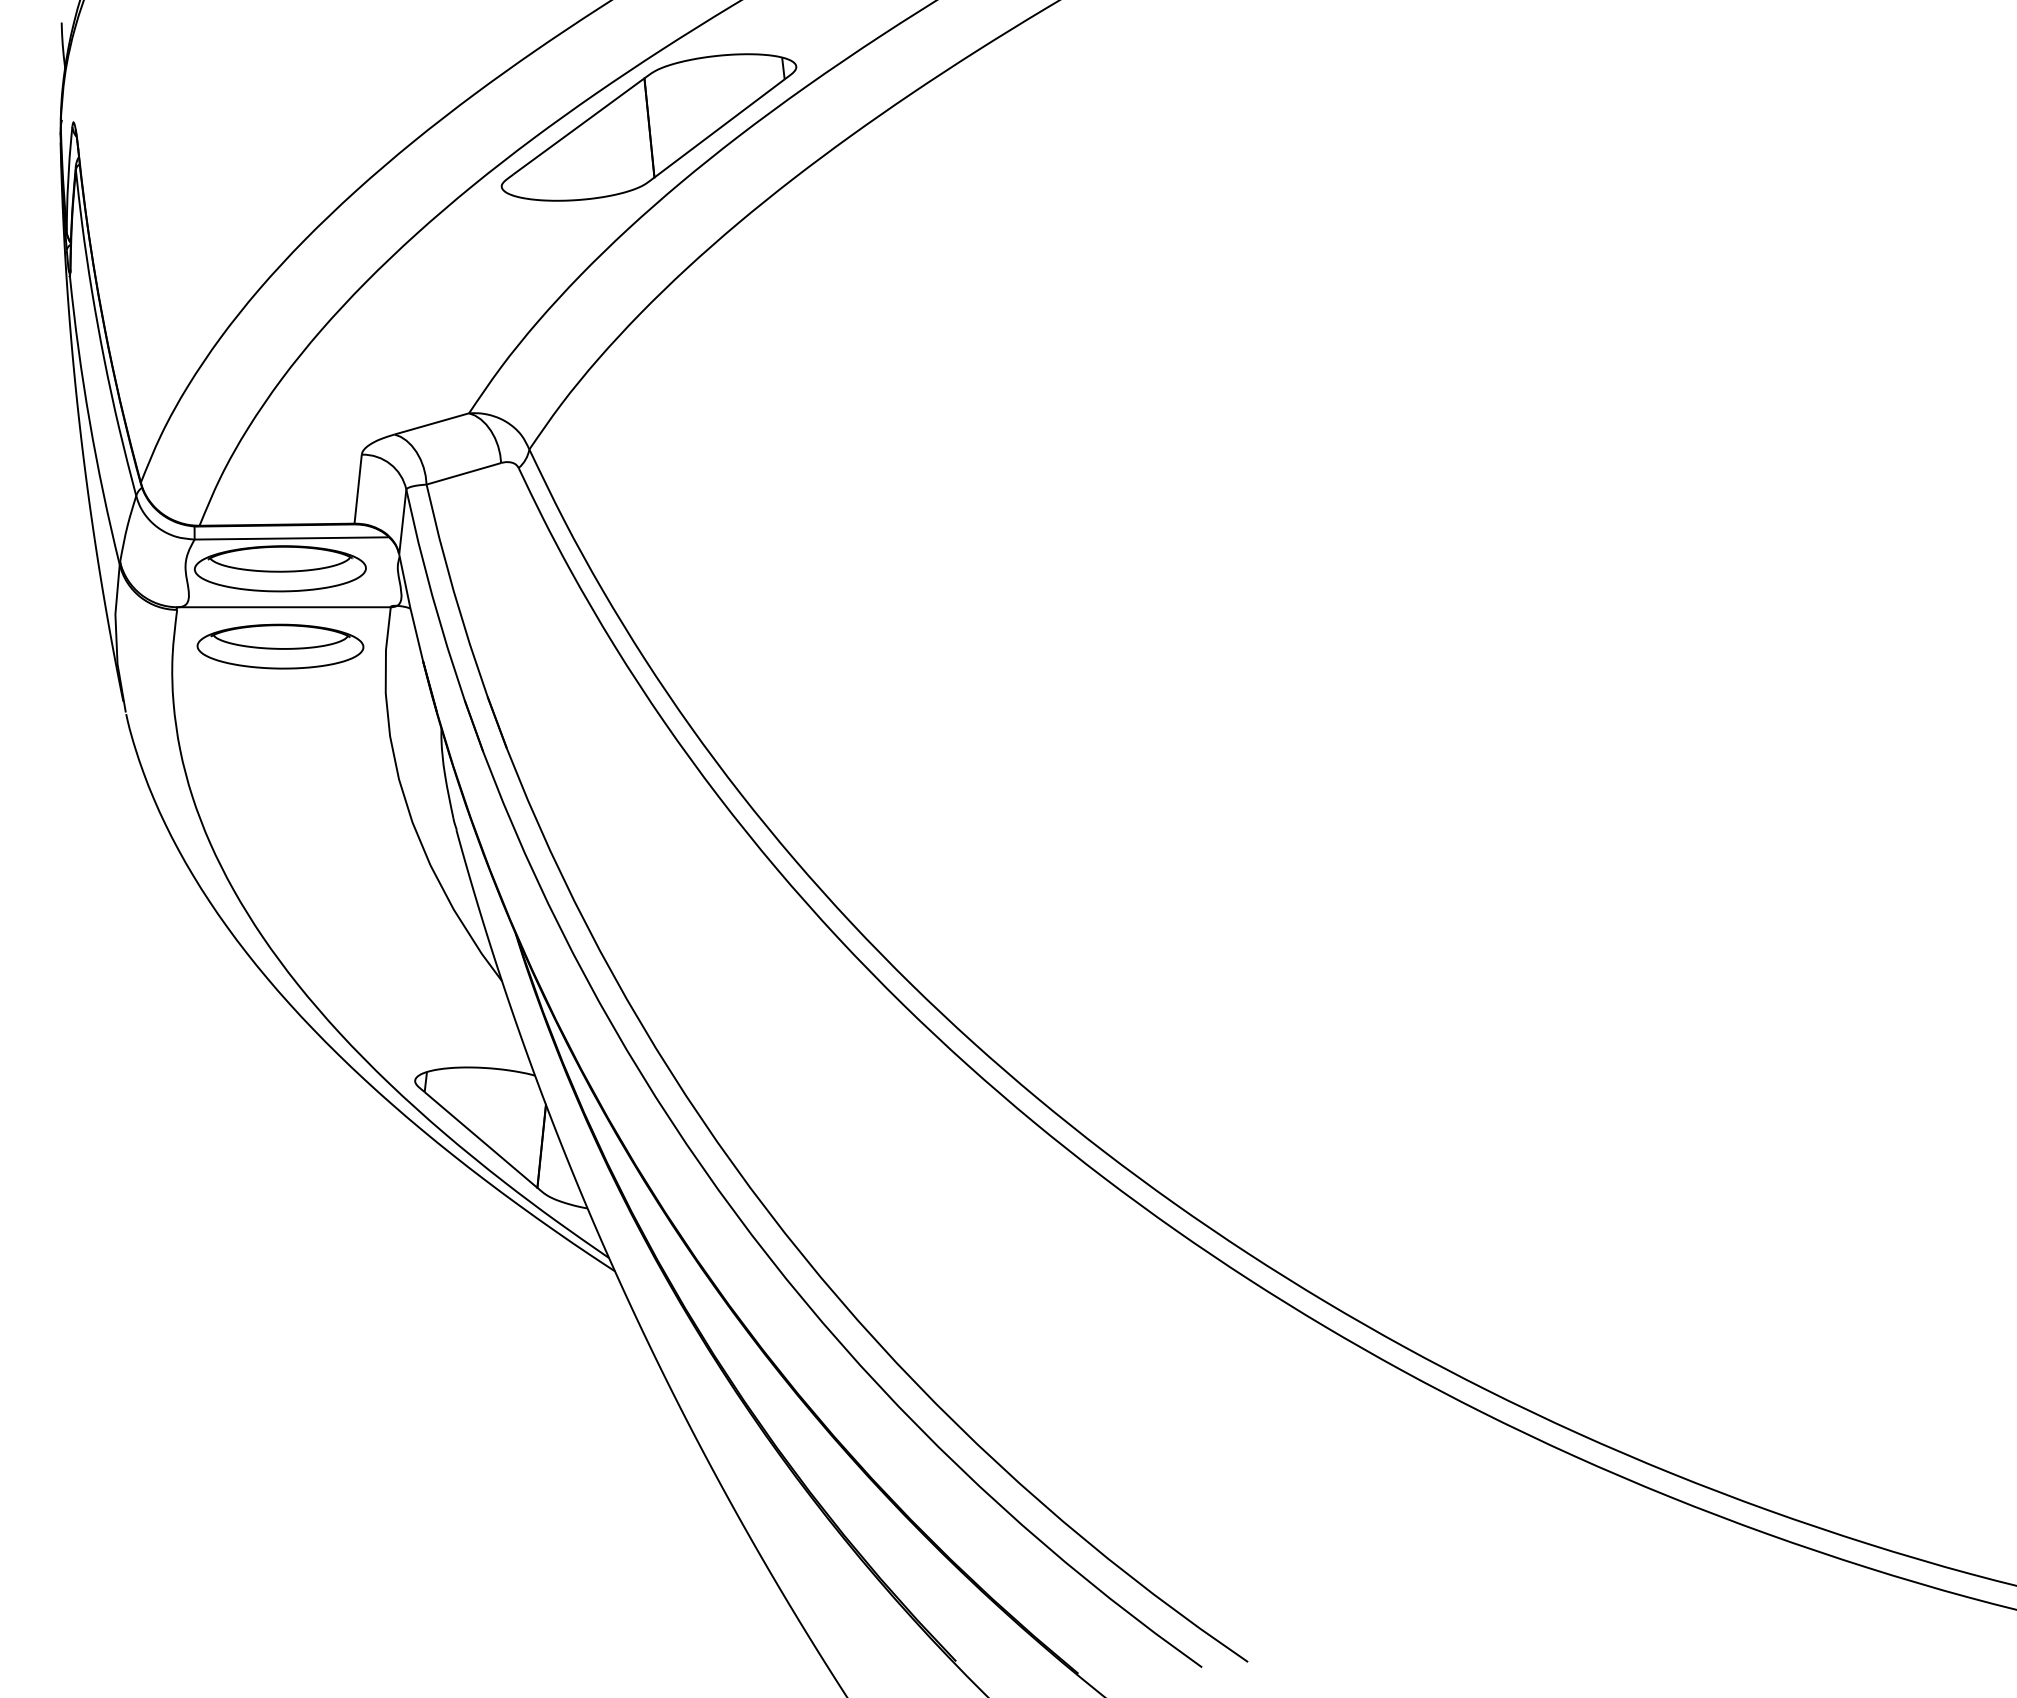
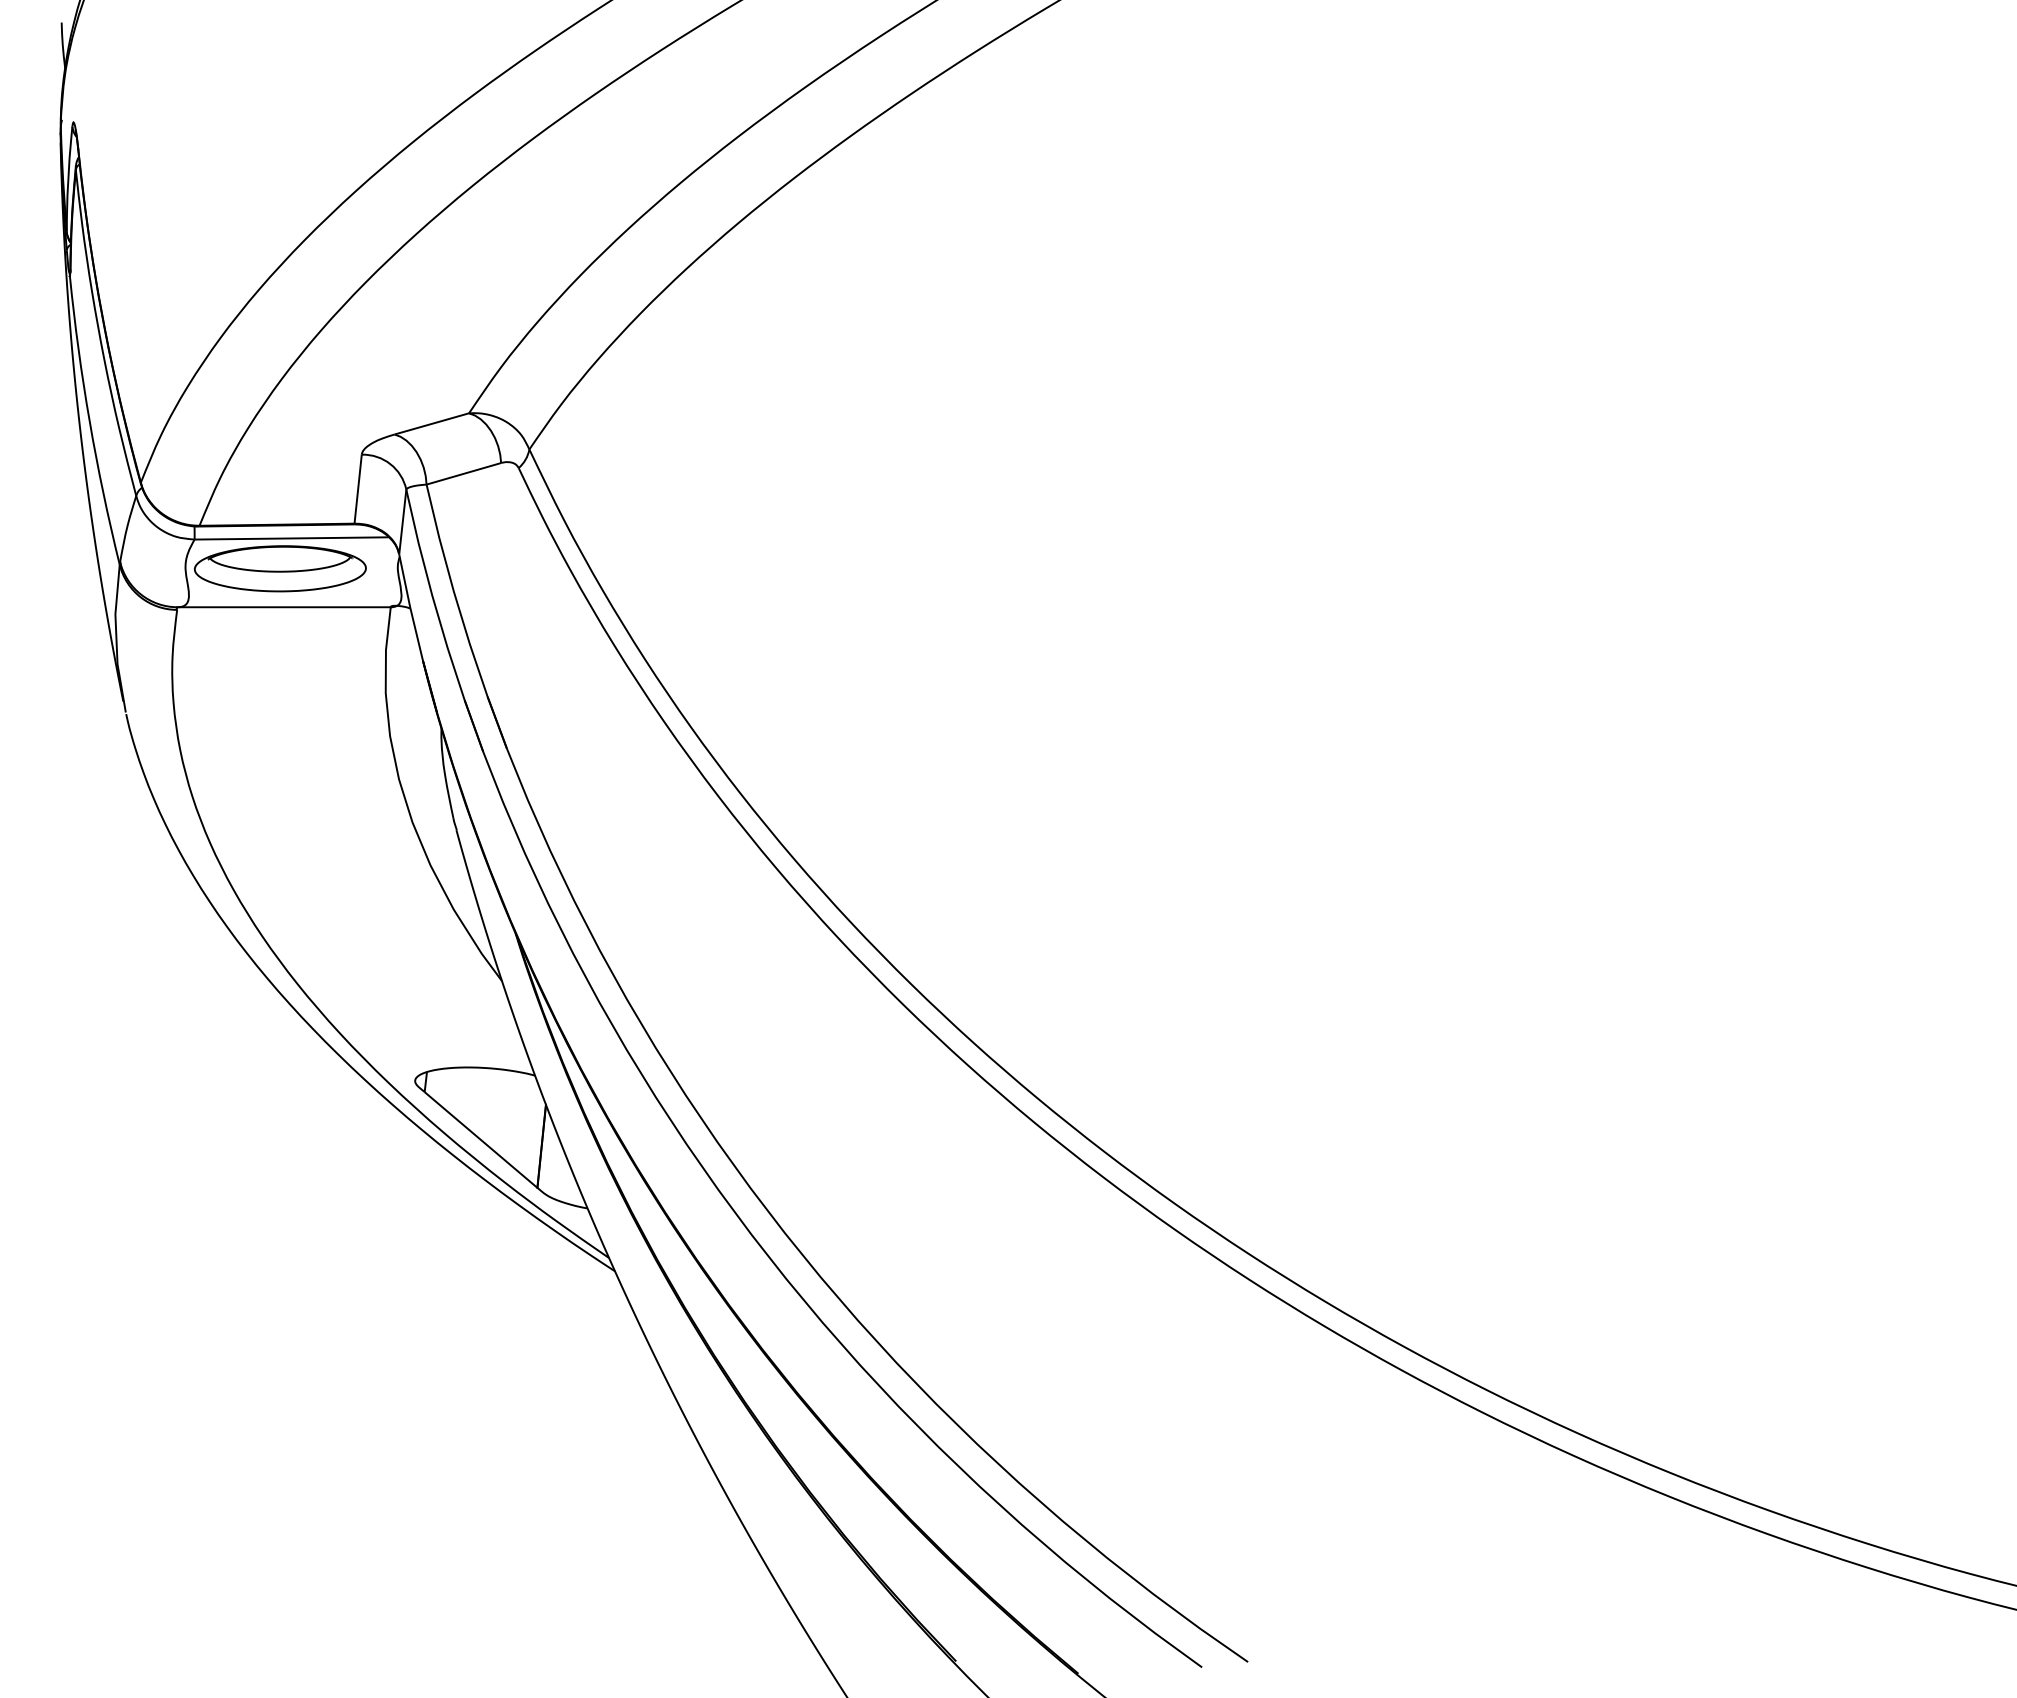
part at (648, 127): present -> none
part at (280, 646): present -> none
